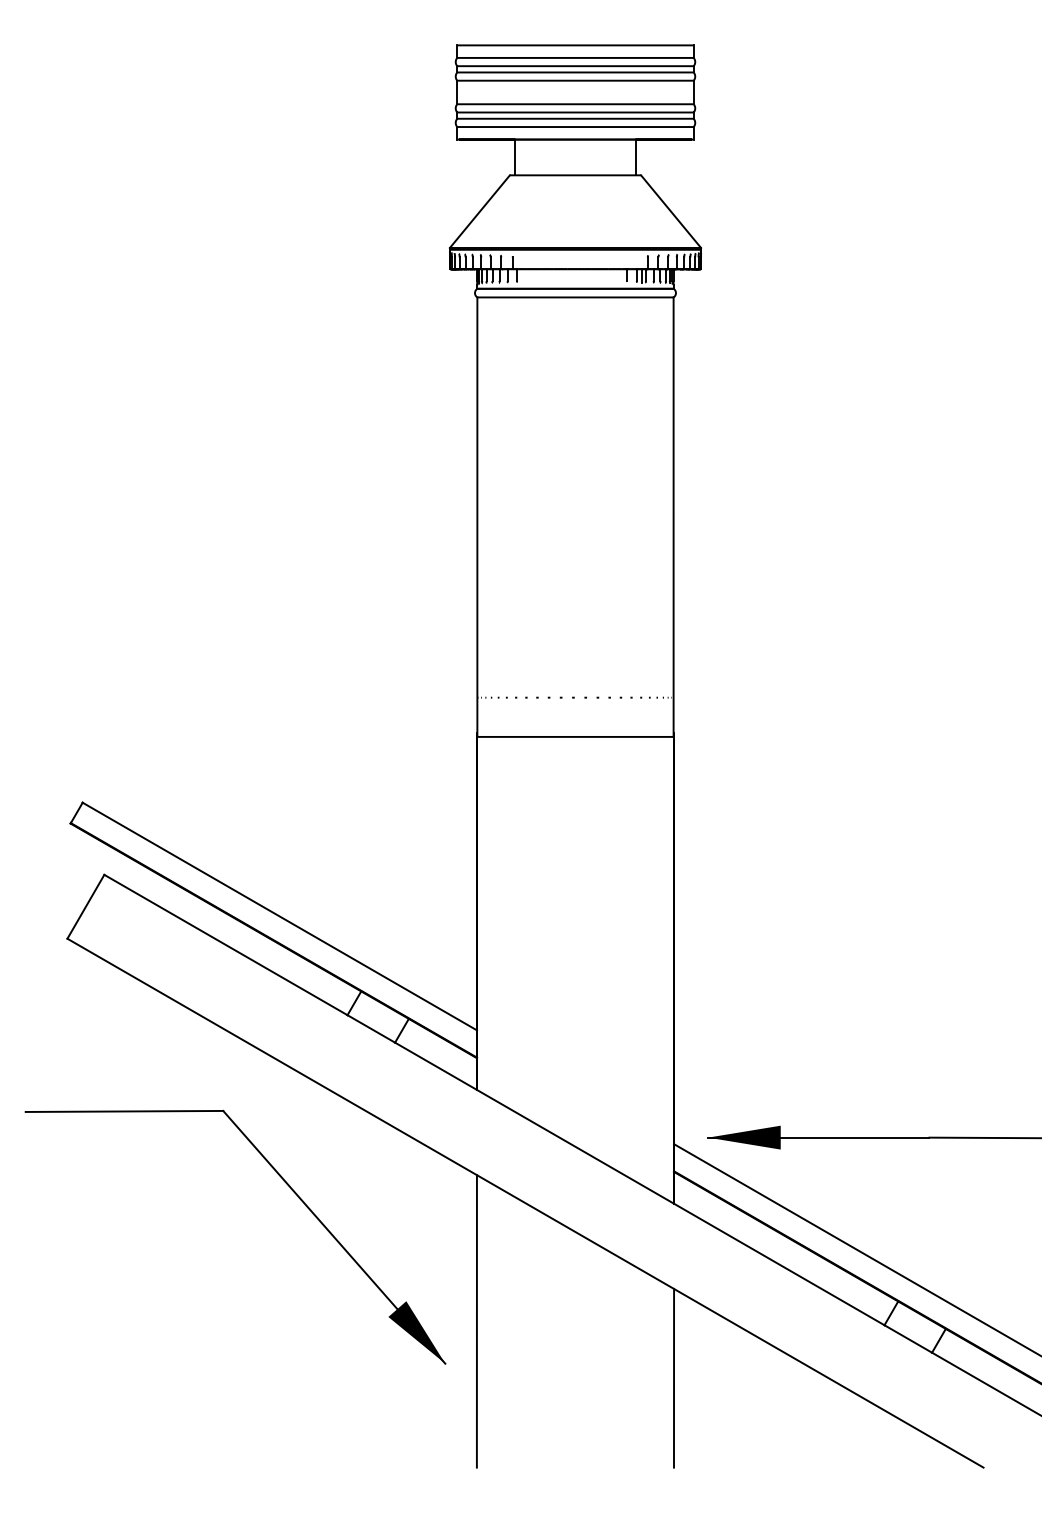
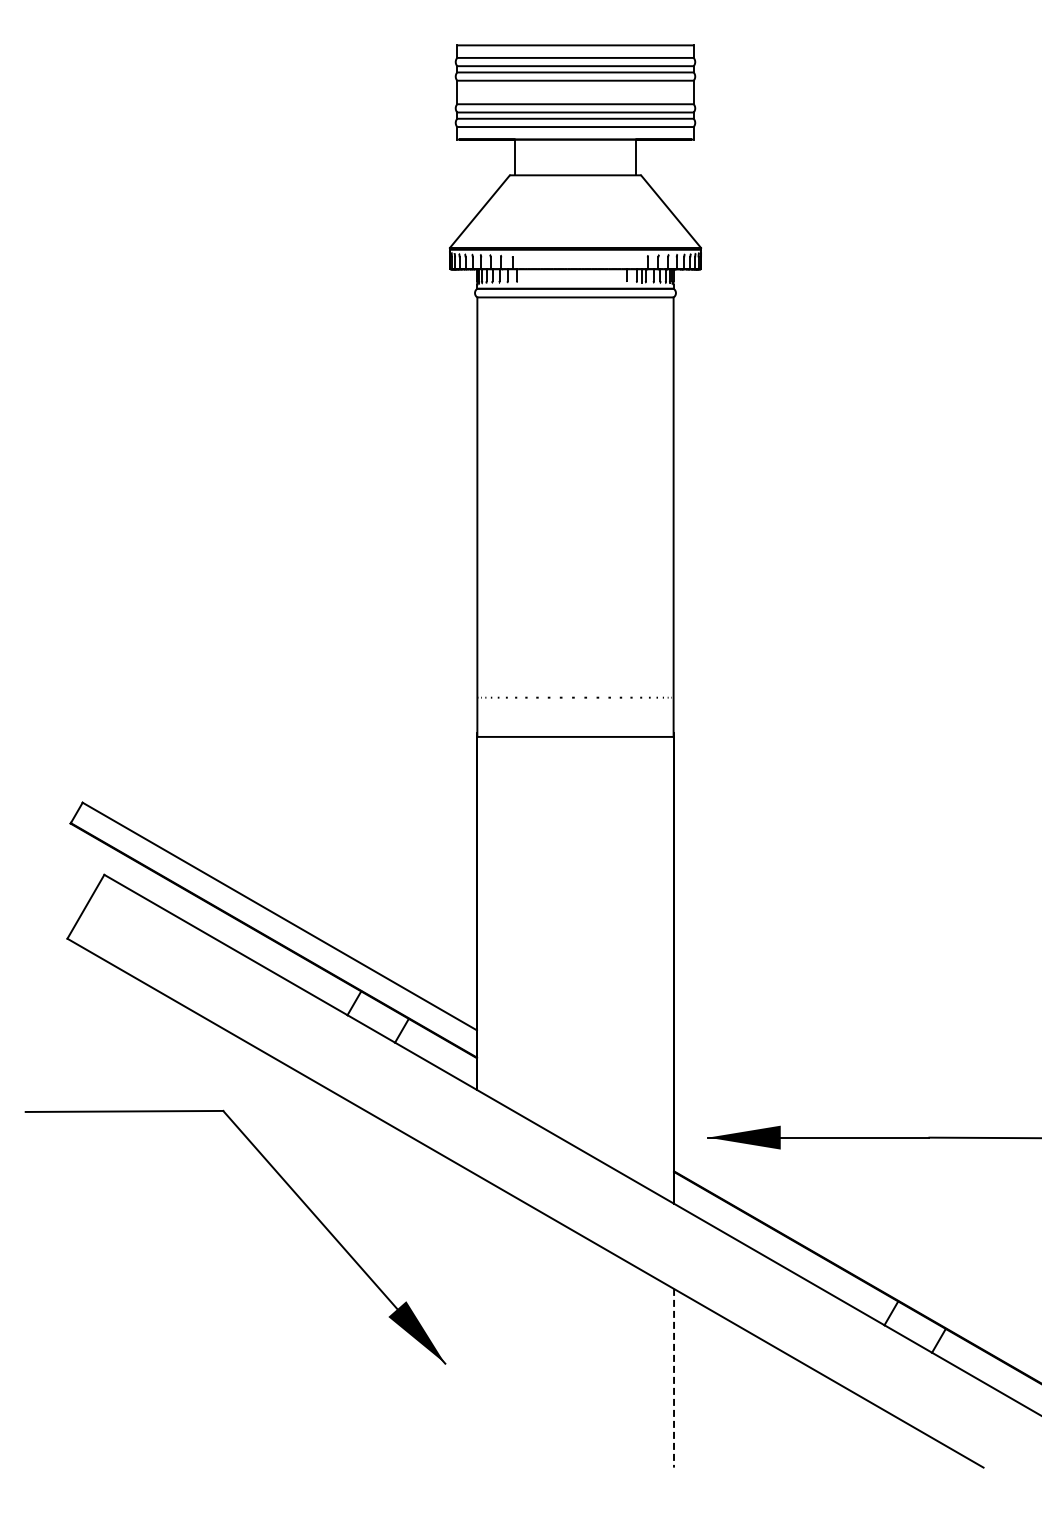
line at (856, 1249): present -> none
line at (476, 1321): present -> none
line at (674, 1378): solid -> dashed
